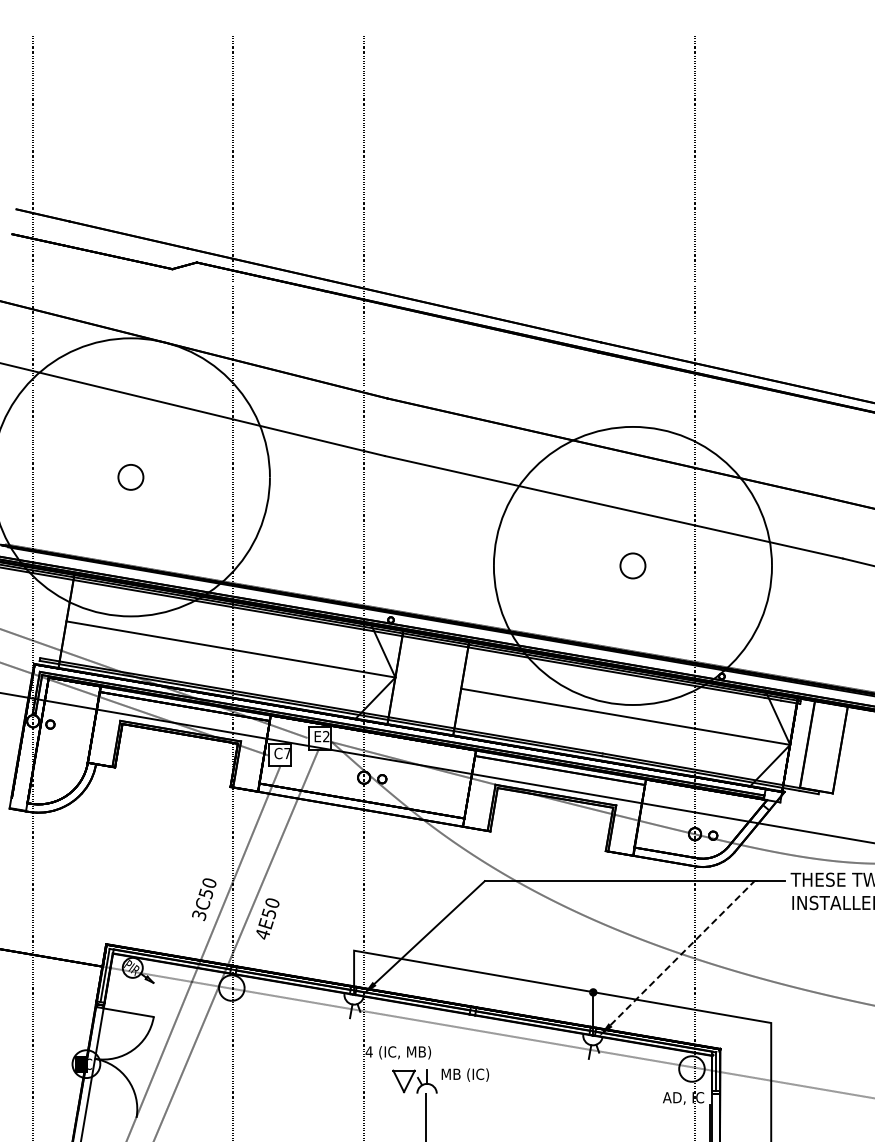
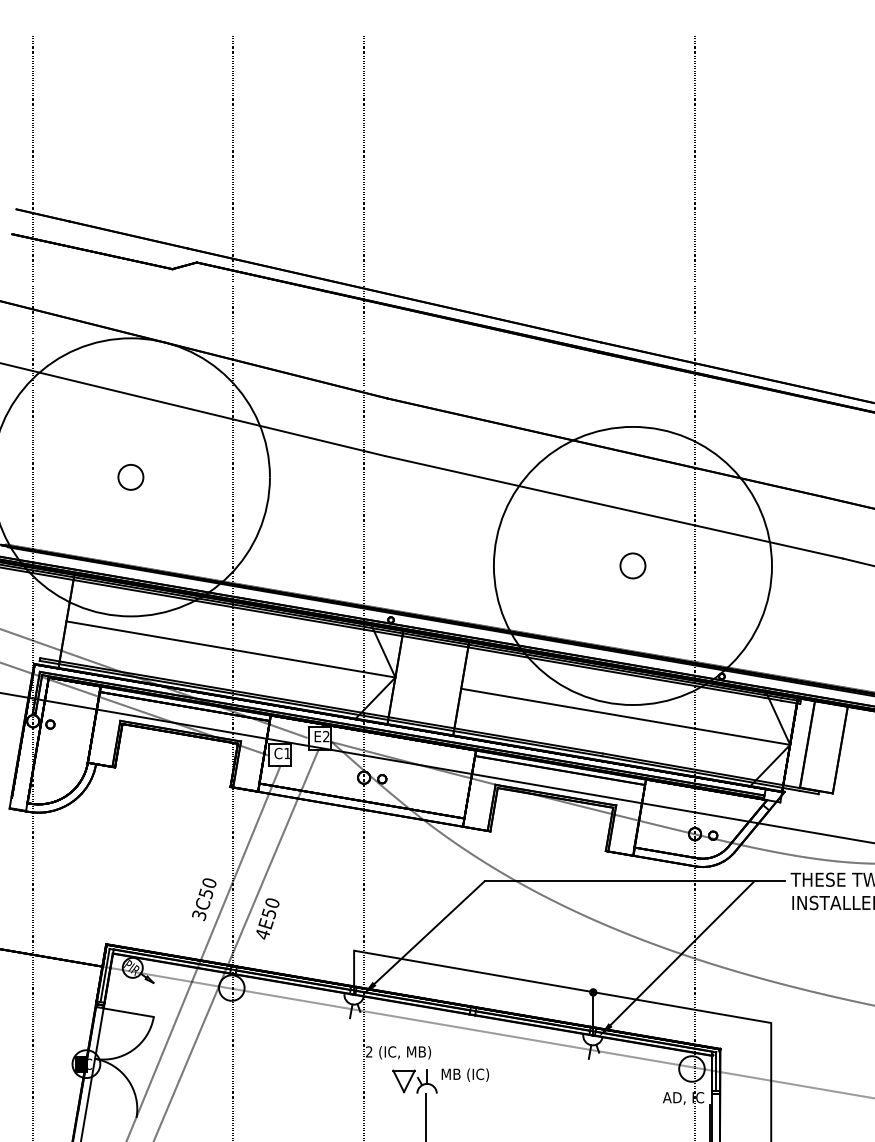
text at (286, 753): C7 -> C1
line at (682, 953): dashed -> solid
text at (368, 1051): 4 -> 2
